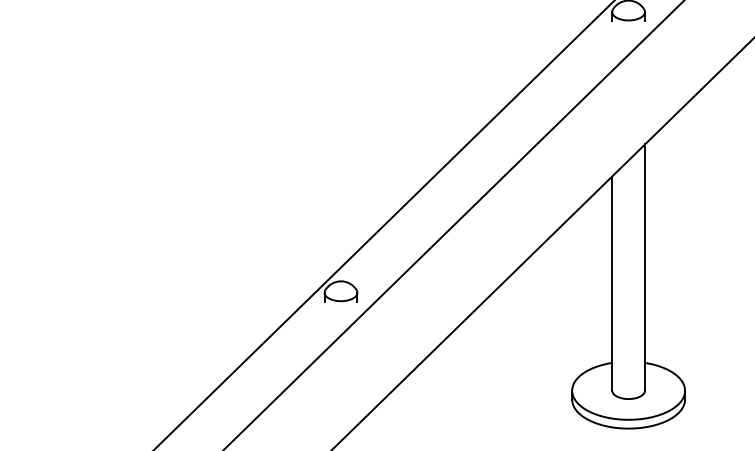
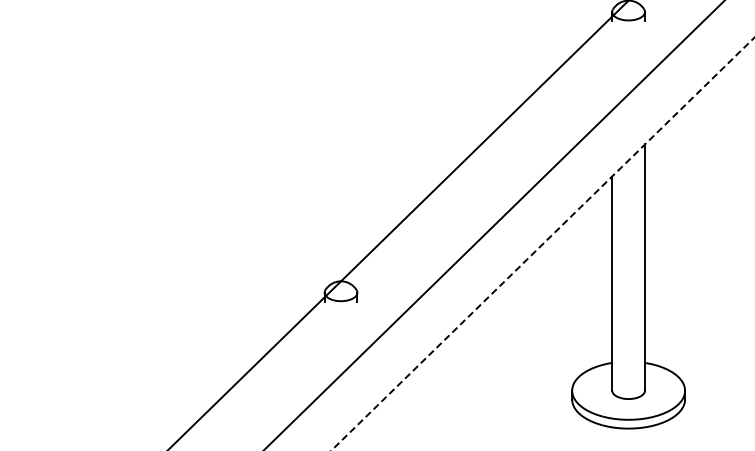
line at (384, 224) position: (384, 224) -> (398, 224)
line at (454, 224) position: (454, 224) -> (494, 224)
line at (543, 243): solid -> dashed
